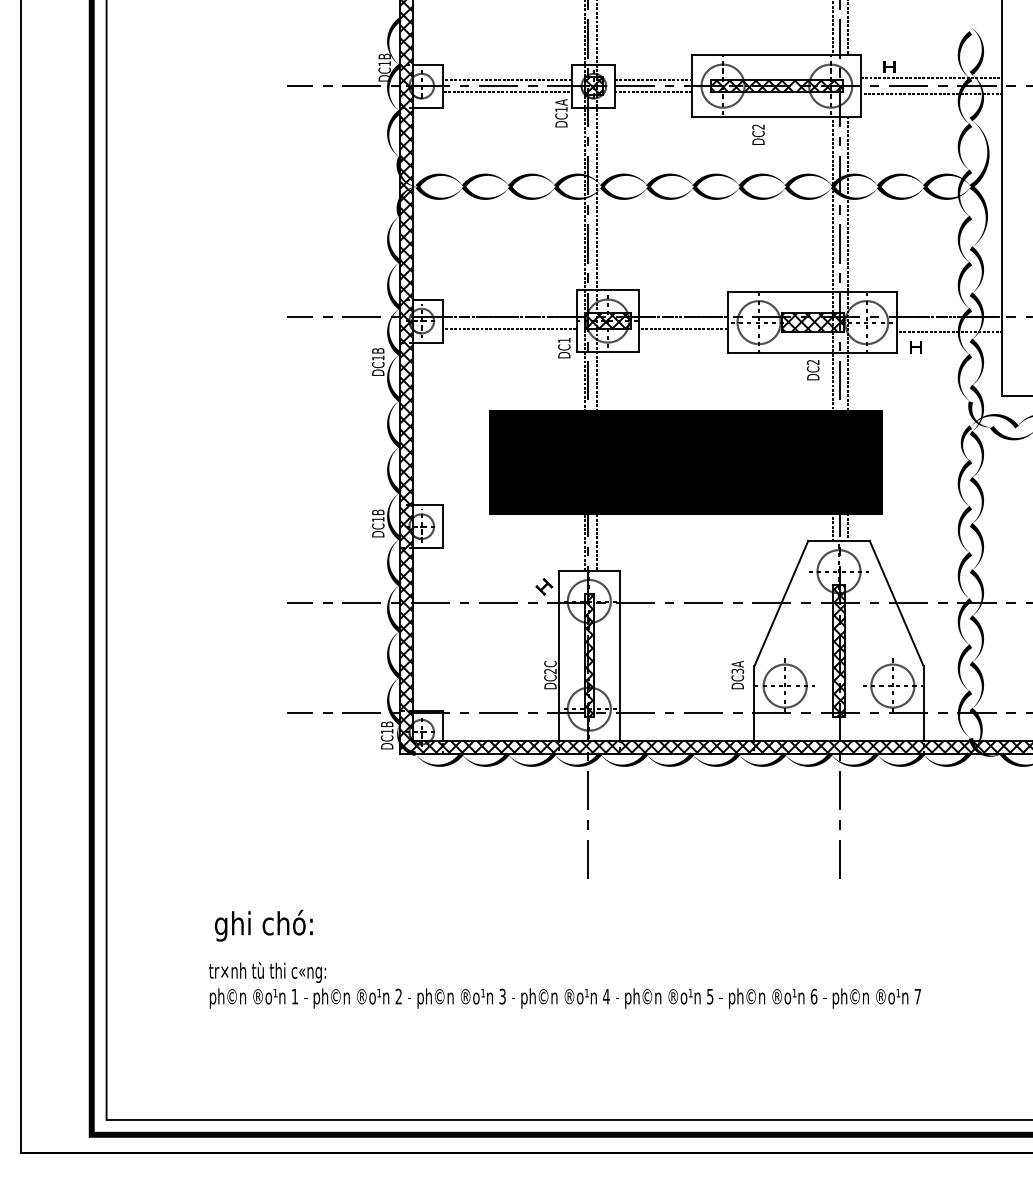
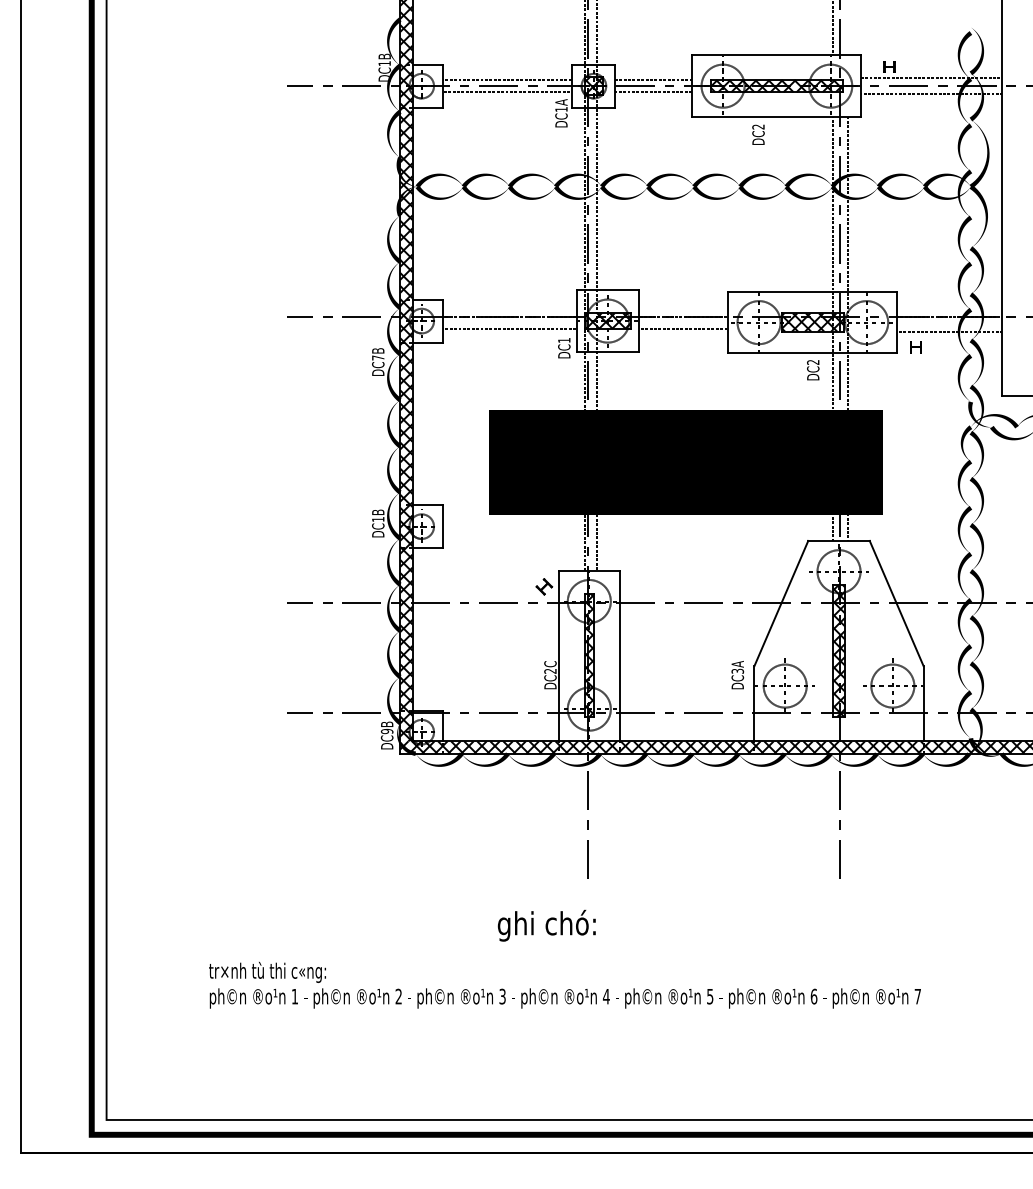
line at (847, 28): present -> none
text at (378, 357): DC1B -> DC7B
text at (386, 731): DC1B -> DC9B
text at (263, 925) position: (263, 925) -> (546, 925)
